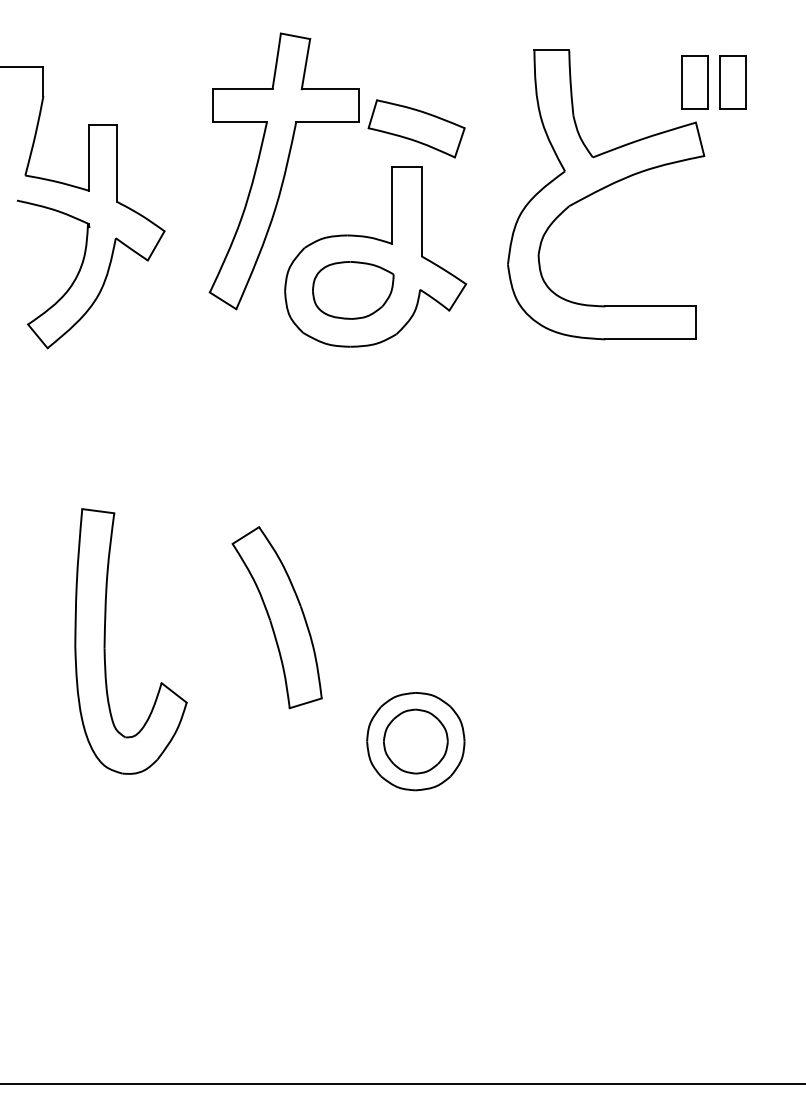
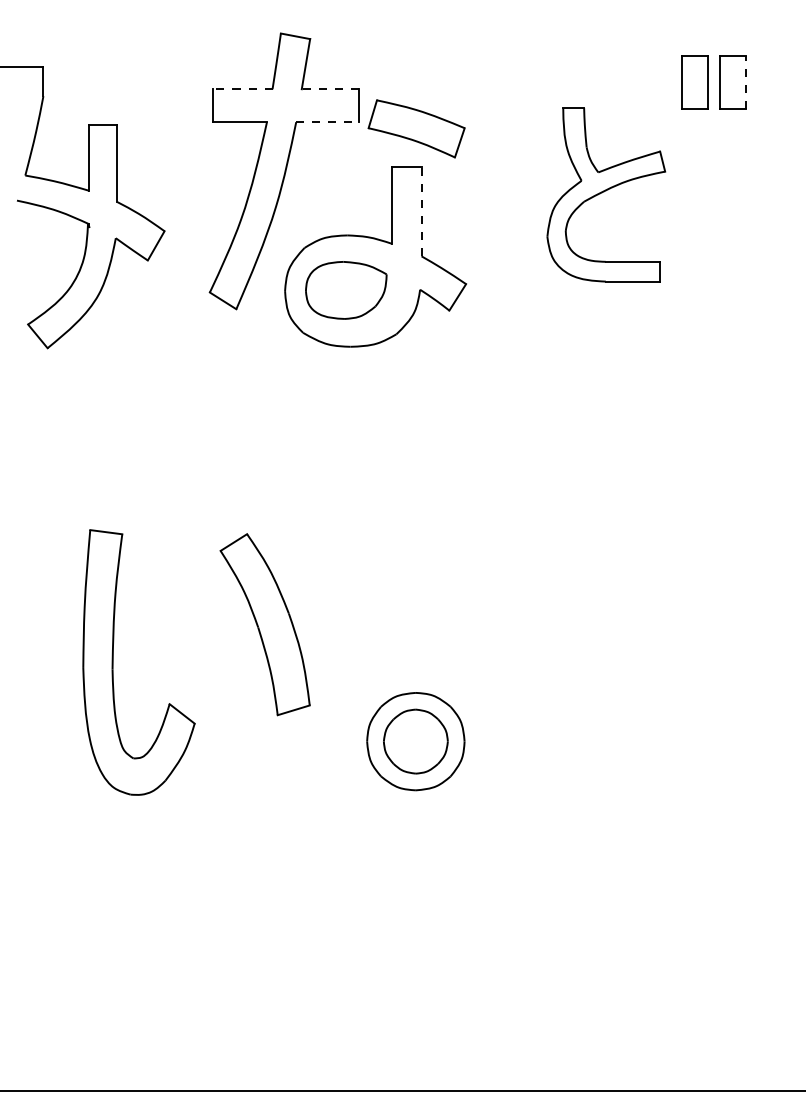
line at (746, 81): solid -> dashed
line at (242, 89): solid -> dashed
line at (330, 89): solid -> dashed
line at (328, 122): solid -> dashed
part at (606, 194) size: 199x292 px -> 121x176 px
line at (421, 211): solid -> dashed
part at (353, 290) position: (353, 290) -> (346, 290)
part at (276, 617) position: (276, 617) -> (264, 624)
part at (105, 641) position: (105, 641) -> (113, 662)
line at (402, 1084) position: (402, 1084) -> (402, 1091)
